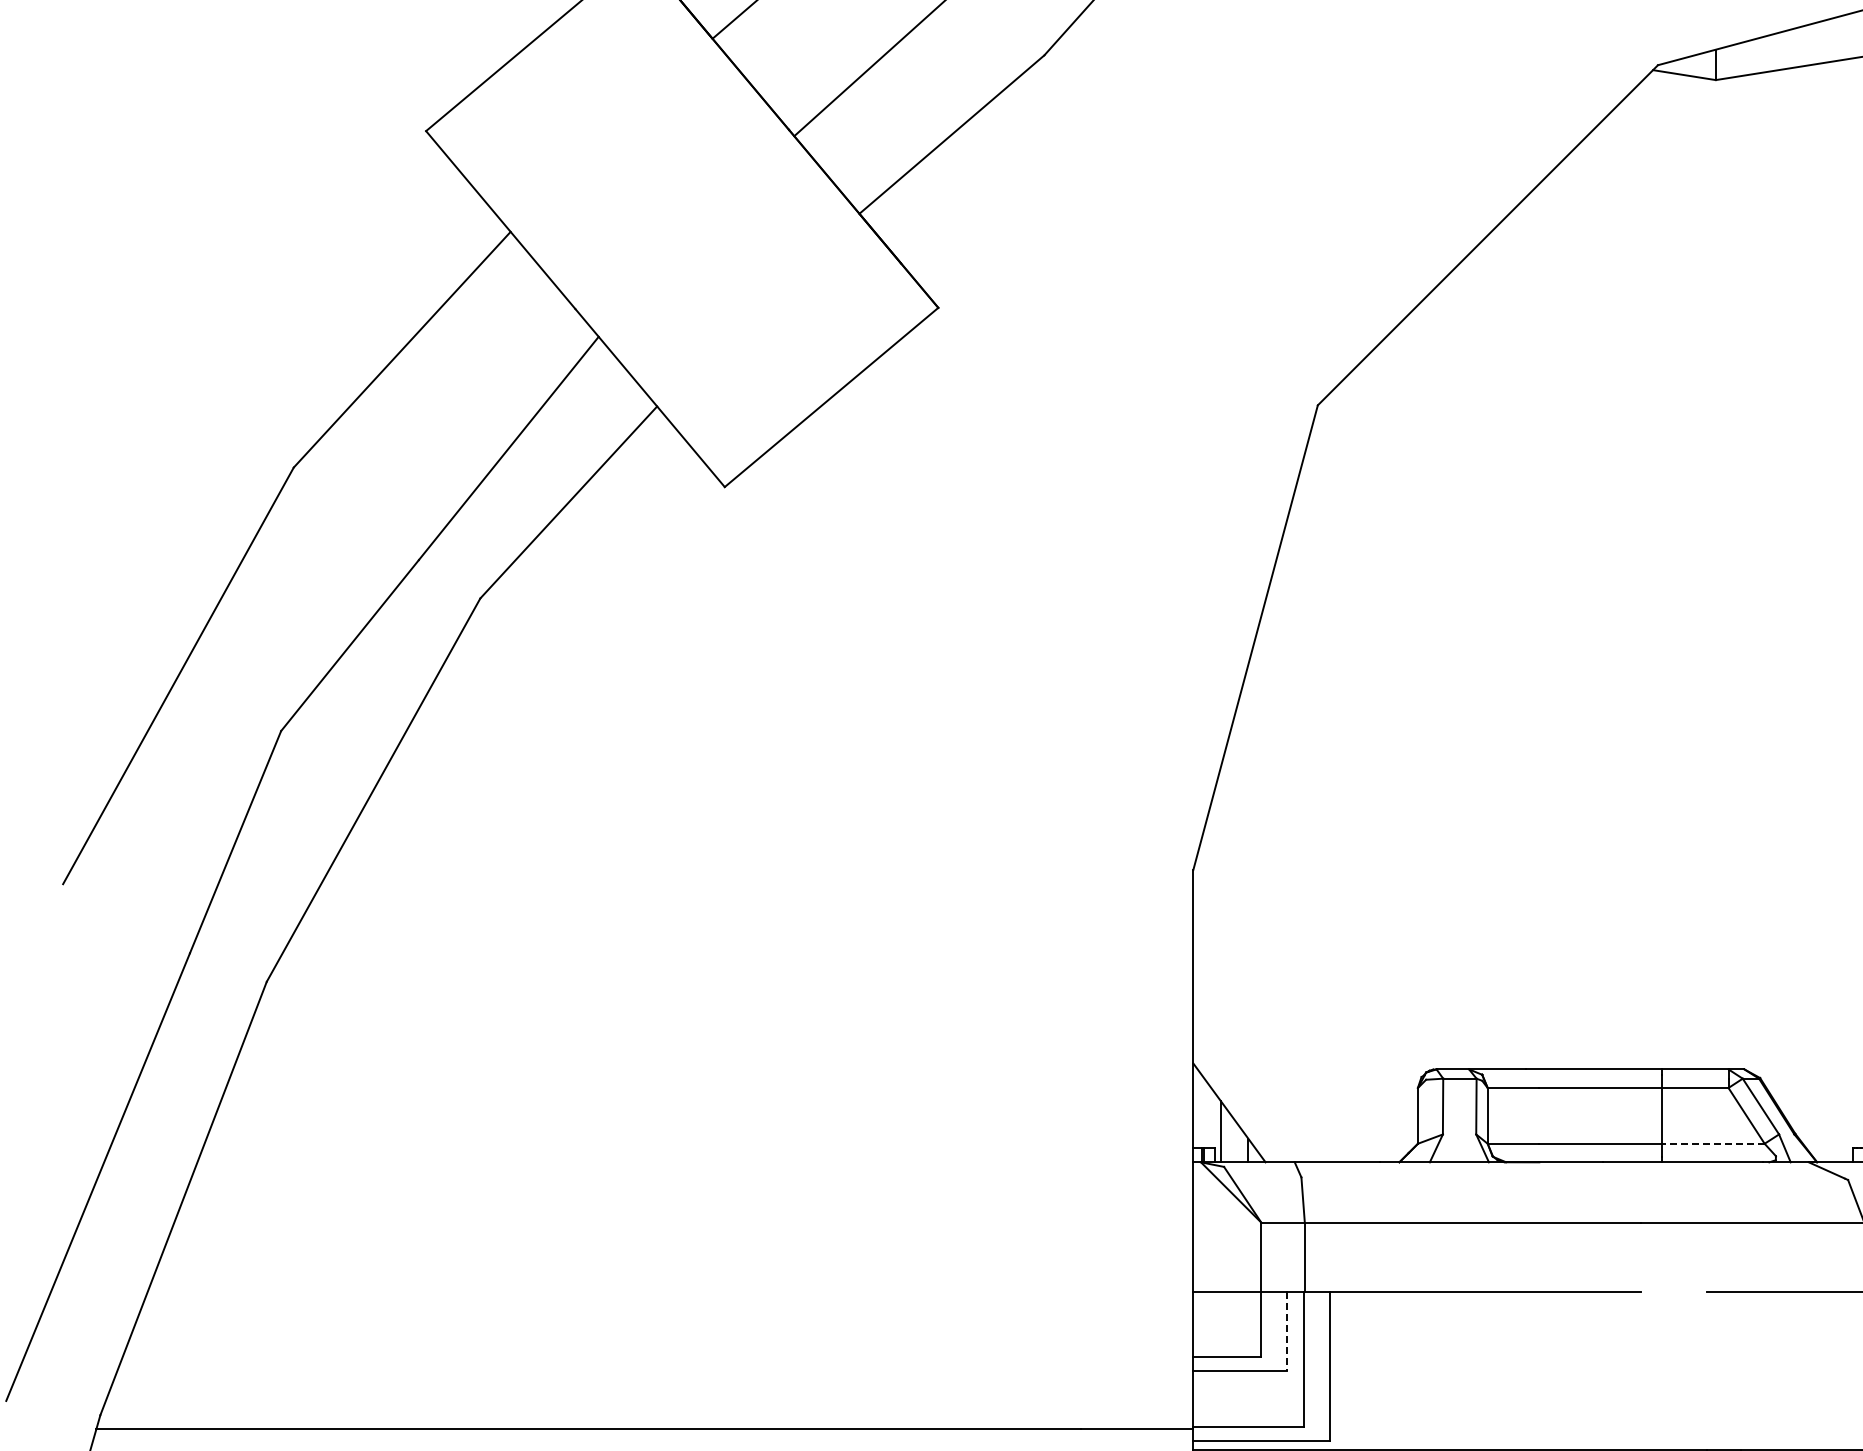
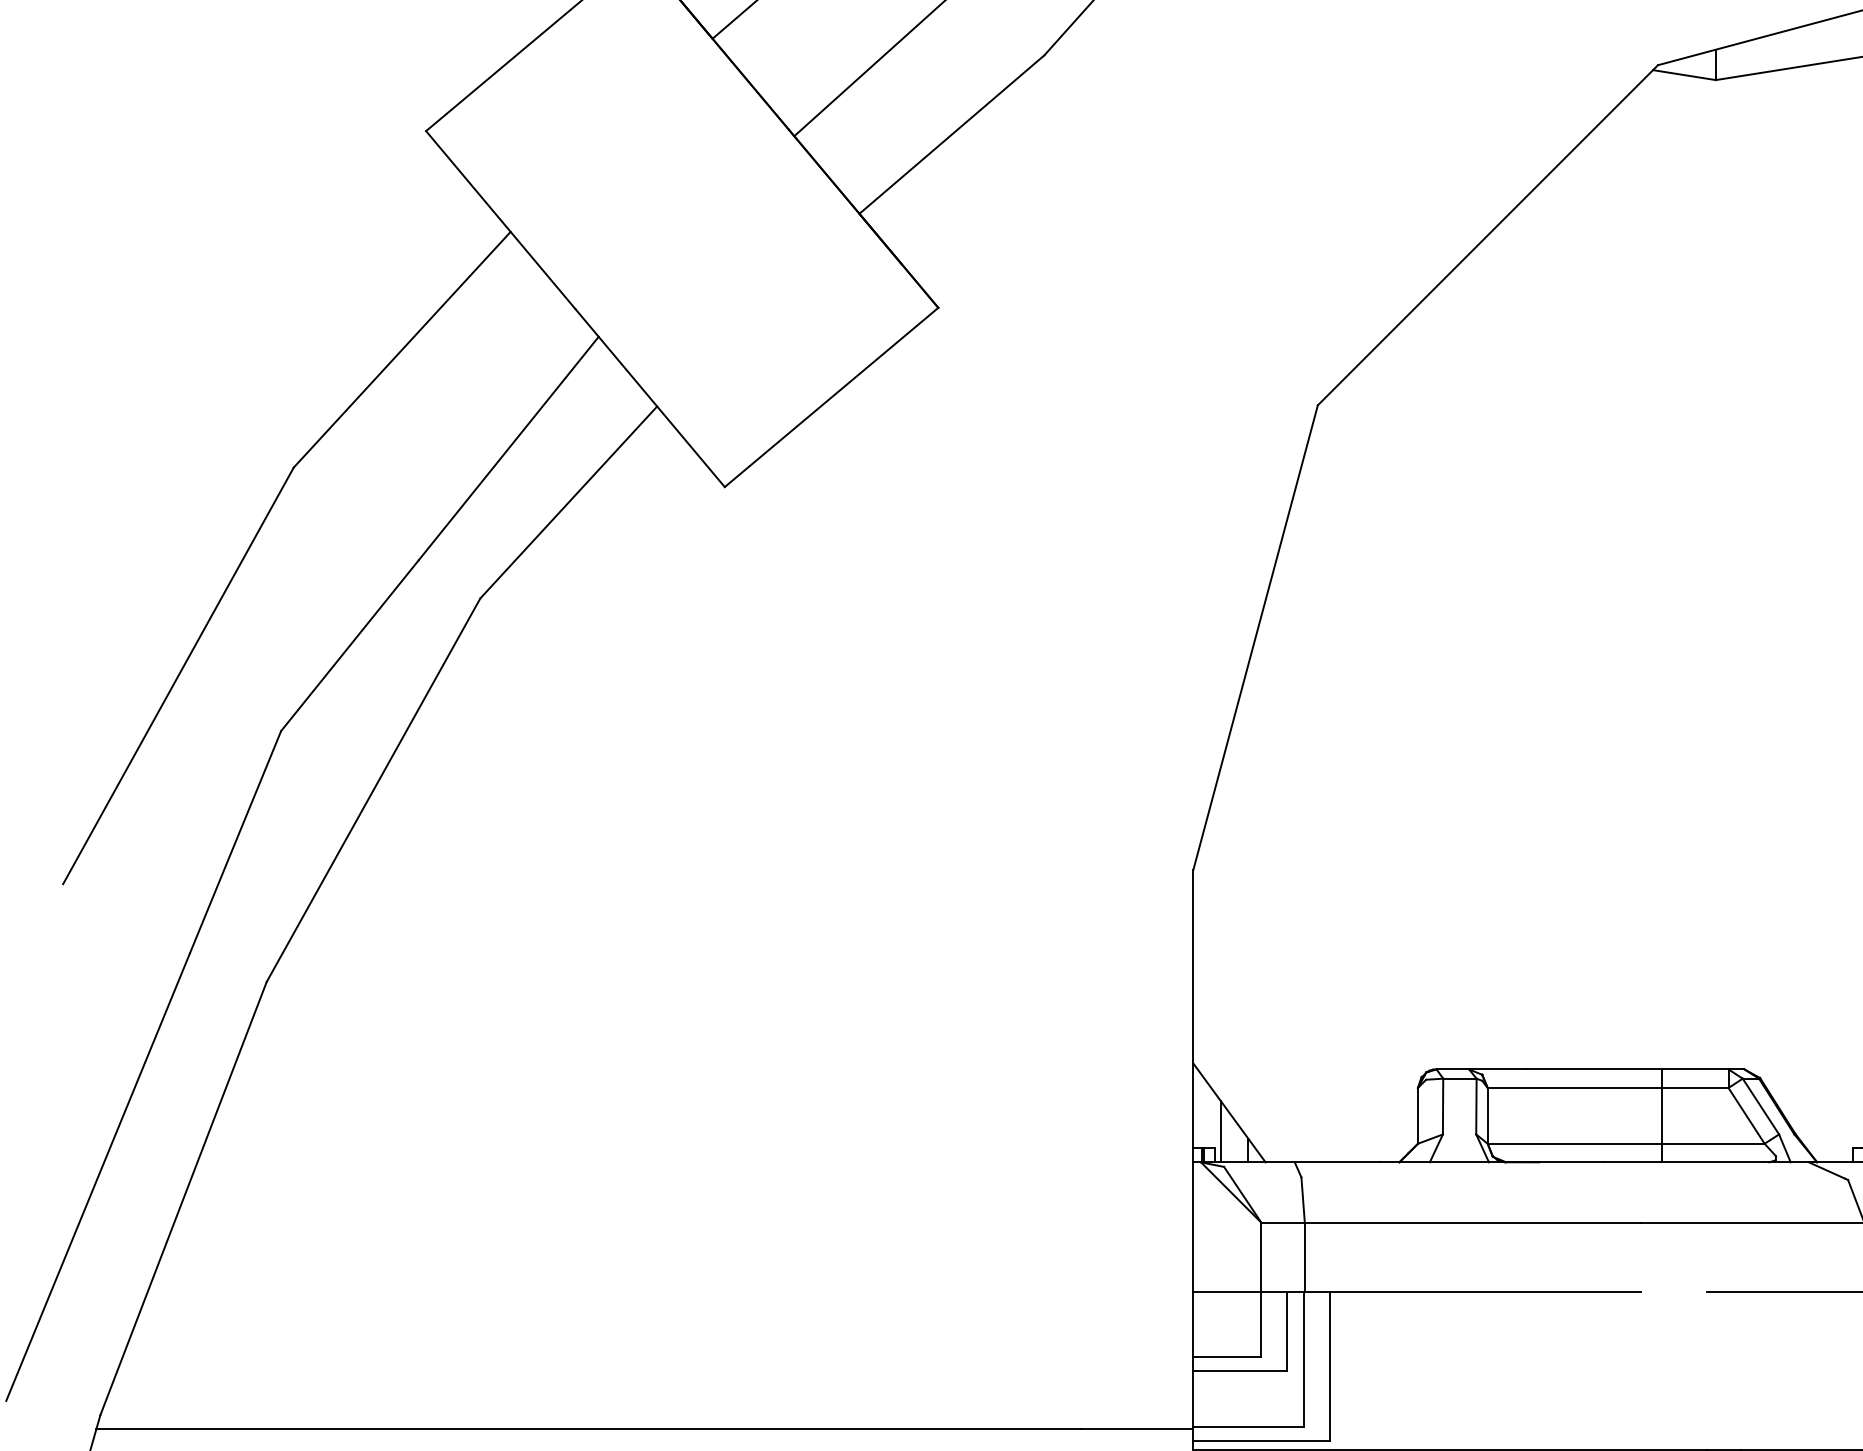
line at (1712, 1143): dashed -> solid
line at (1287, 1332): dashed -> solid
